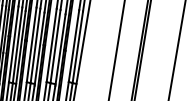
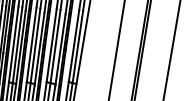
line at (177, 49) position: (177, 49) -> (171, 49)
